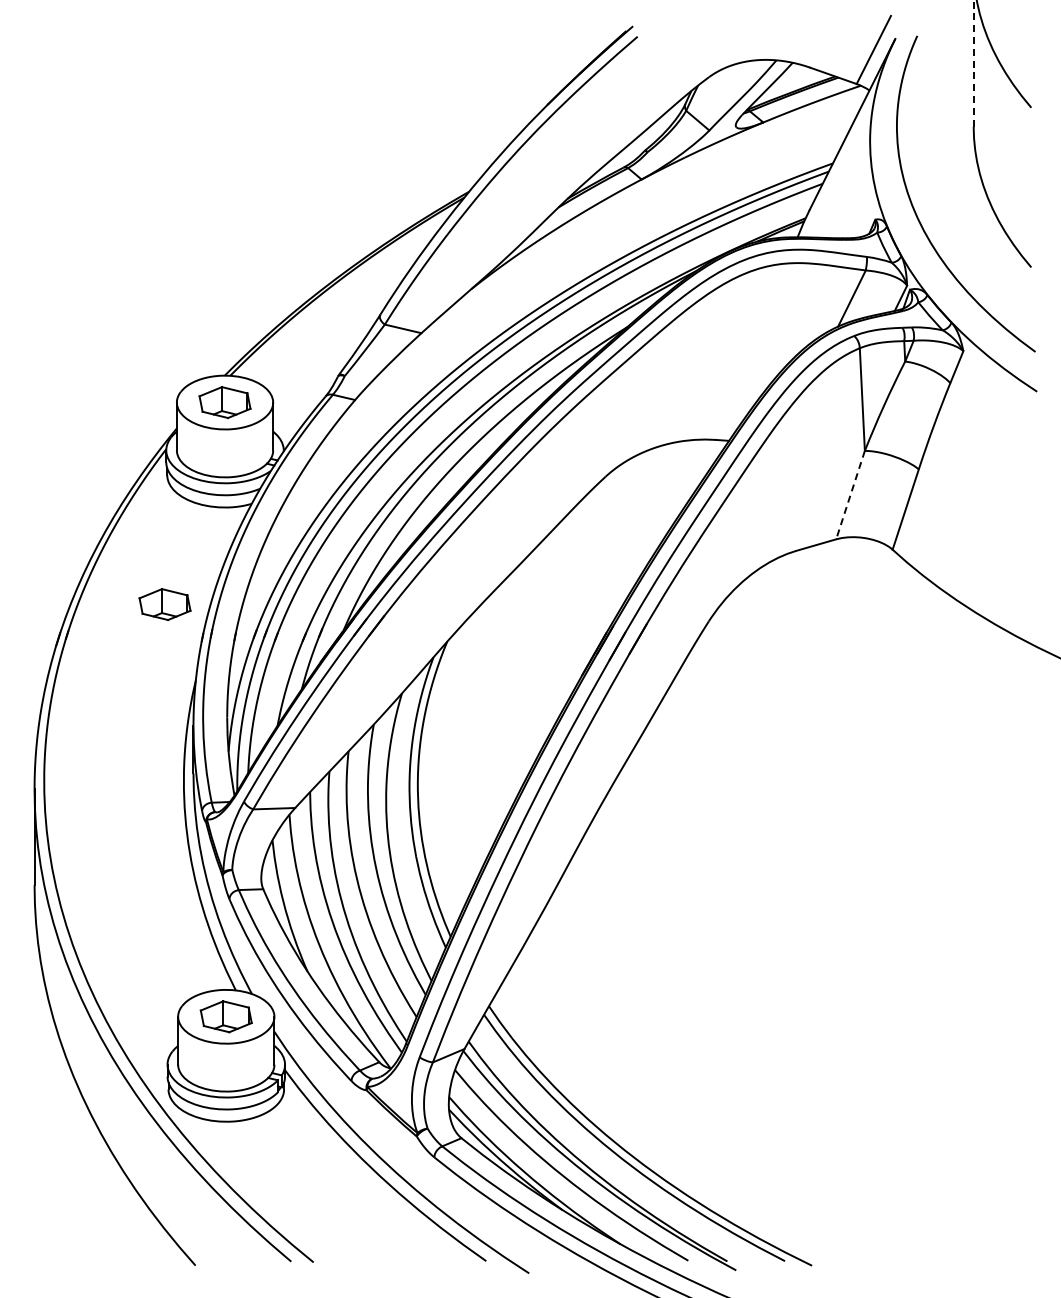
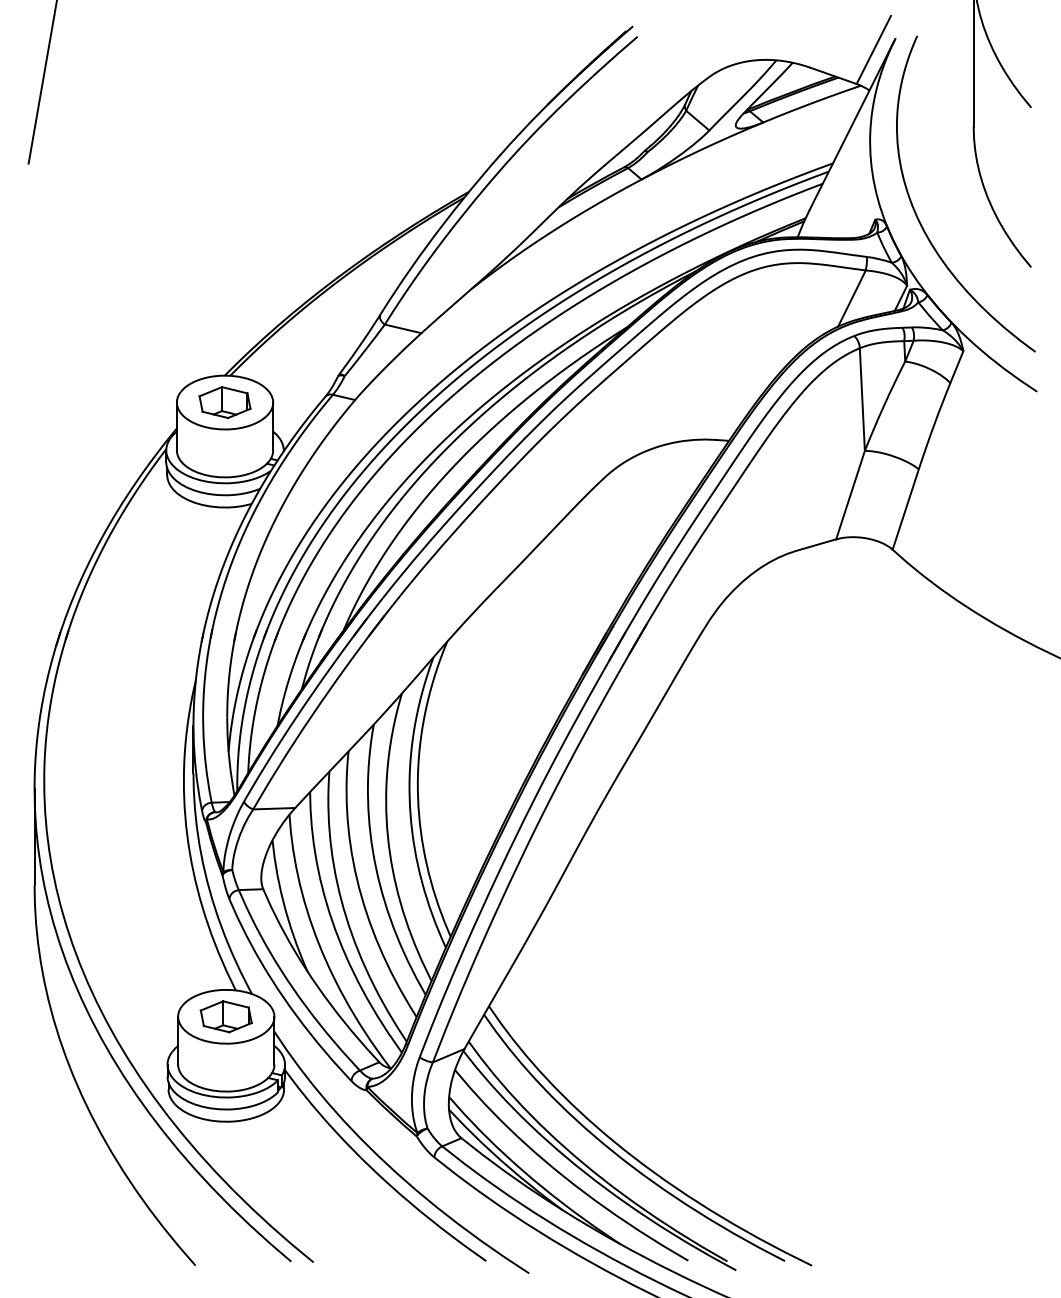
line at (973, 63): dashed -> solid
line at (42, 82): none -> present
line at (850, 495): dashed -> solid
part at (164, 604): present -> none
